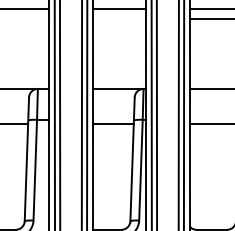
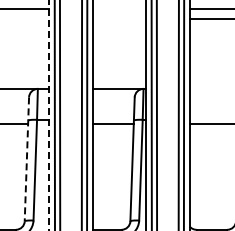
line at (119, 8): present -> none
line at (210, 88): present -> none
line at (49, 116): solid -> dashed
line at (26, 159): solid -> dashed
